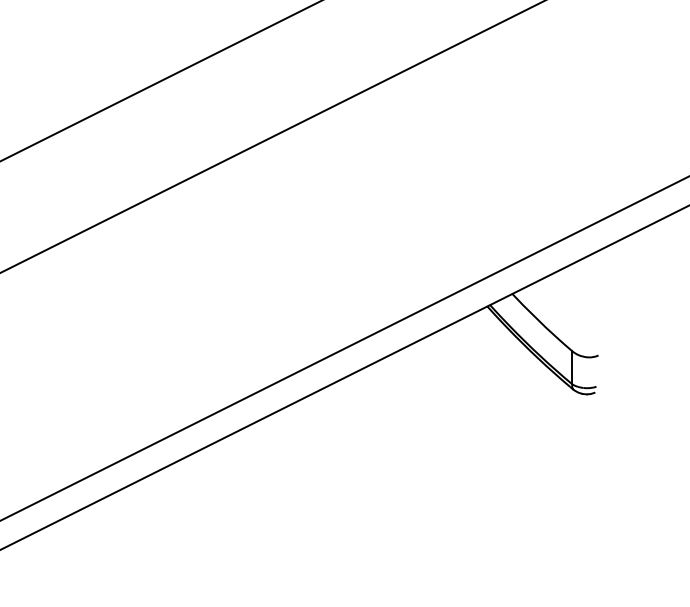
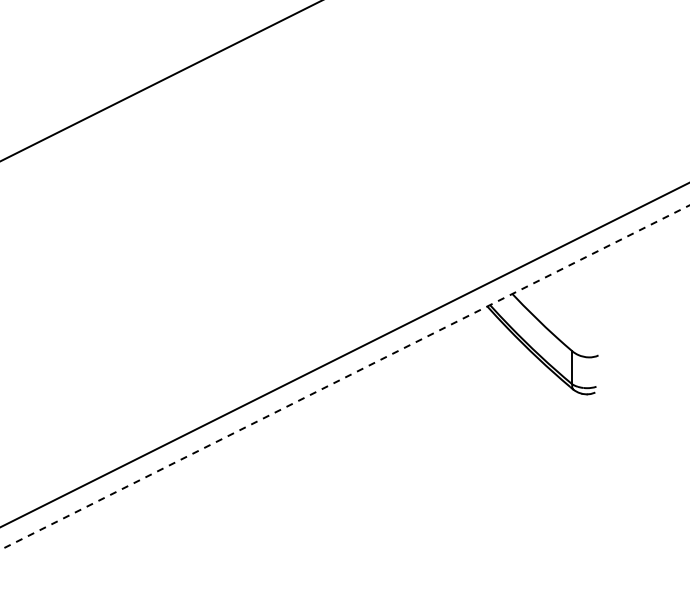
line at (271, 137): present -> none
line at (344, 348) position: (344, 348) -> (344, 355)
line at (344, 377): solid -> dashed
